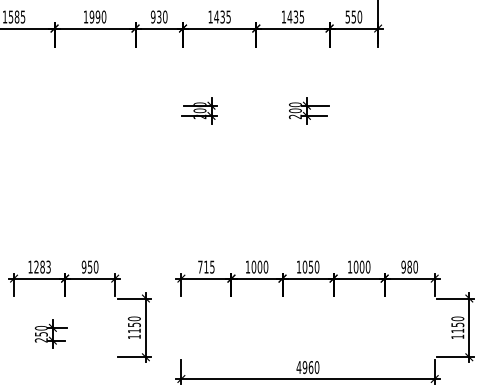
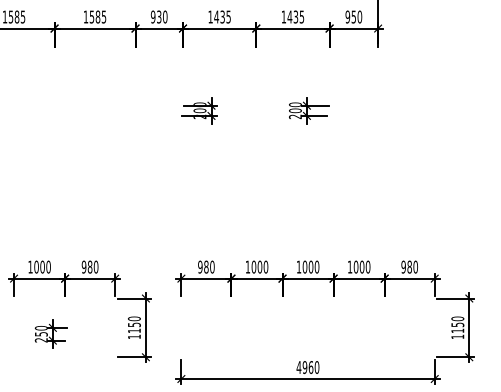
text at (97, 16): 1990 -> 1585
text at (347, 16): 550 -> 950
text at (42, 266): 1283 -> 1000
text at (89, 266): 950 -> 980
text at (206, 266): 715 -> 980
text at (310, 266): 1050 -> 1000
